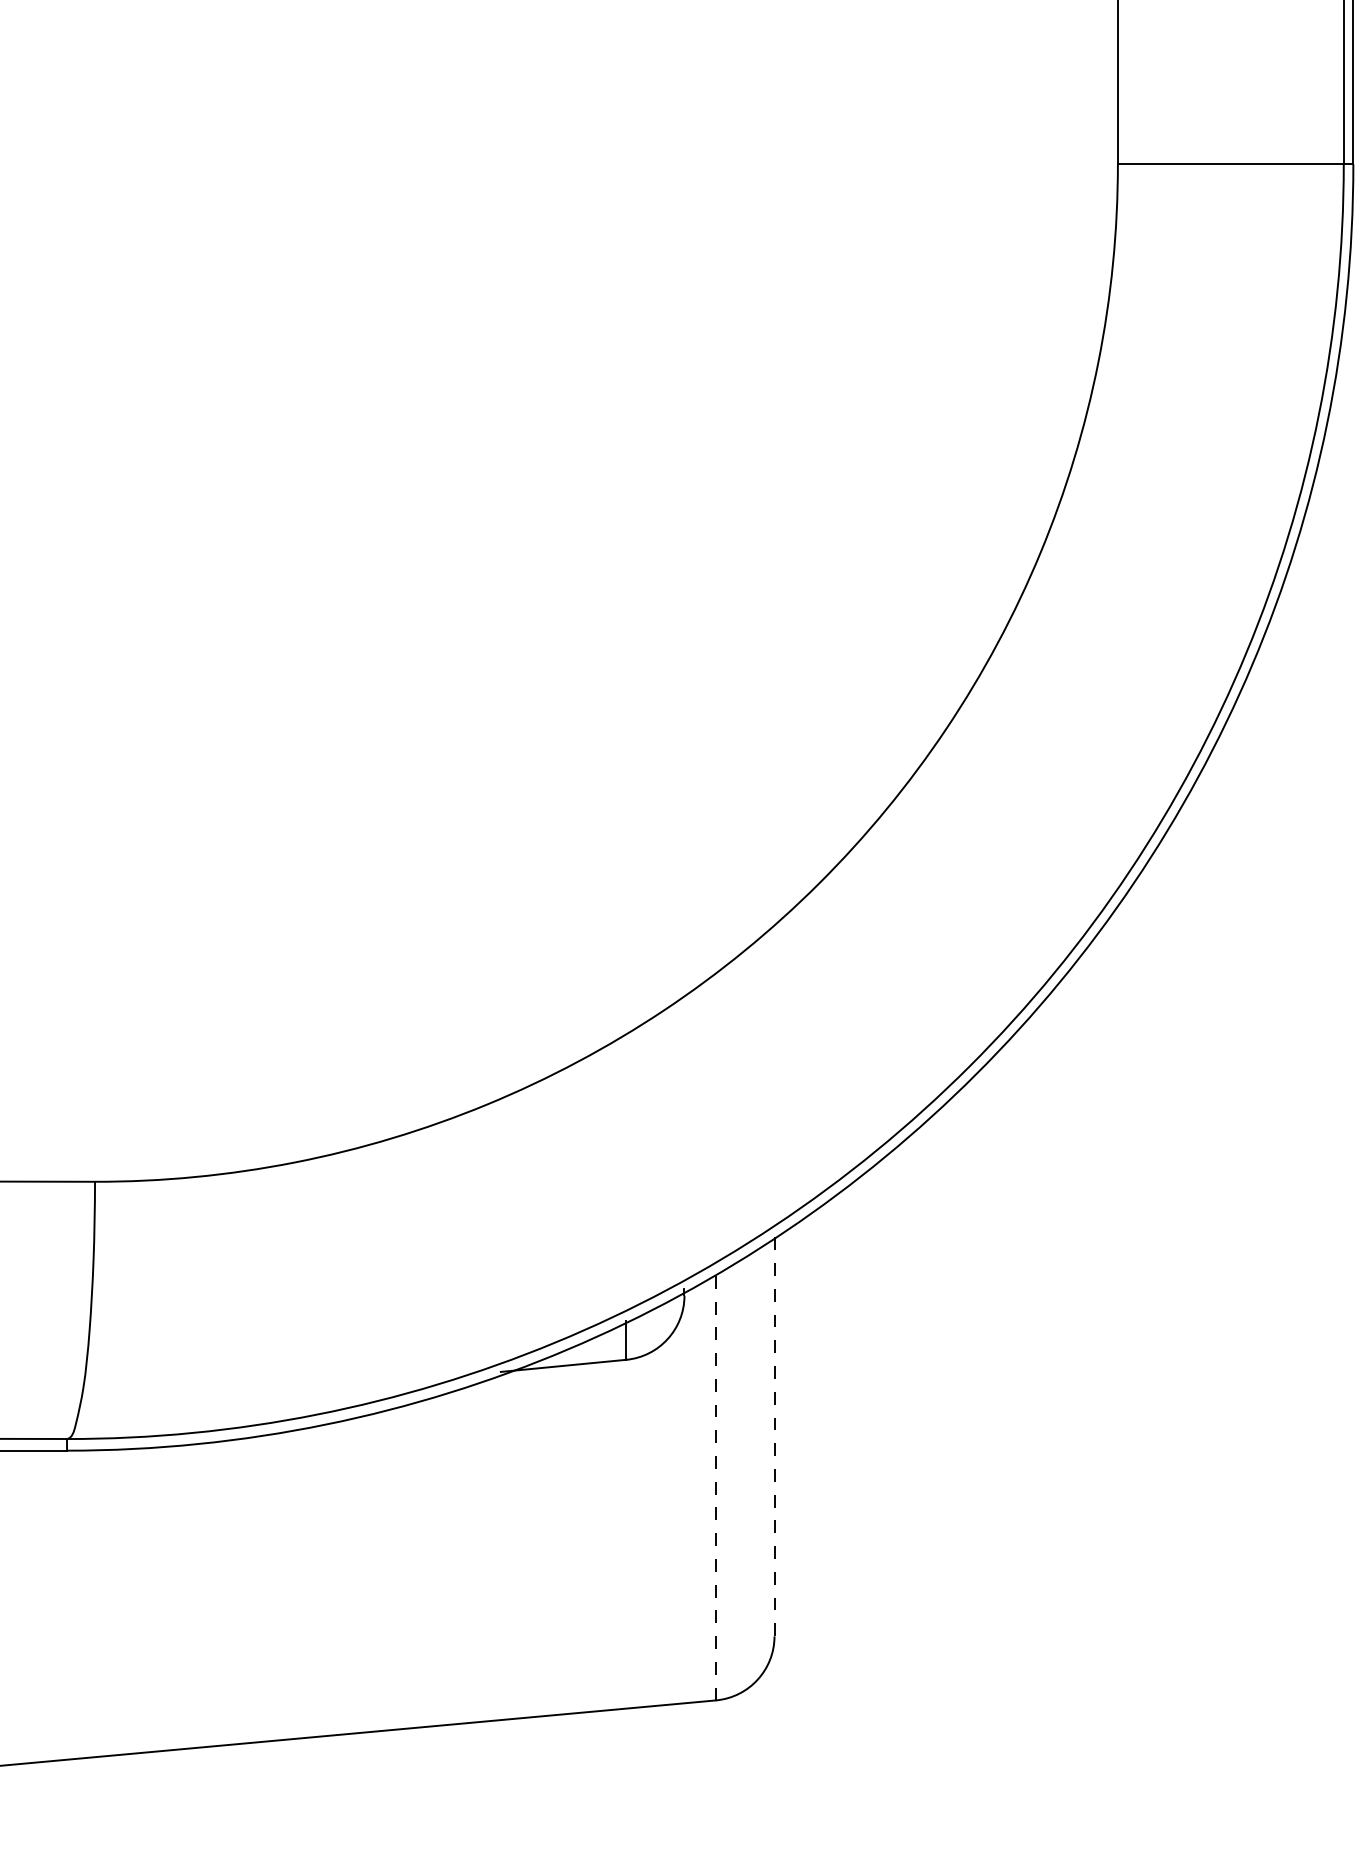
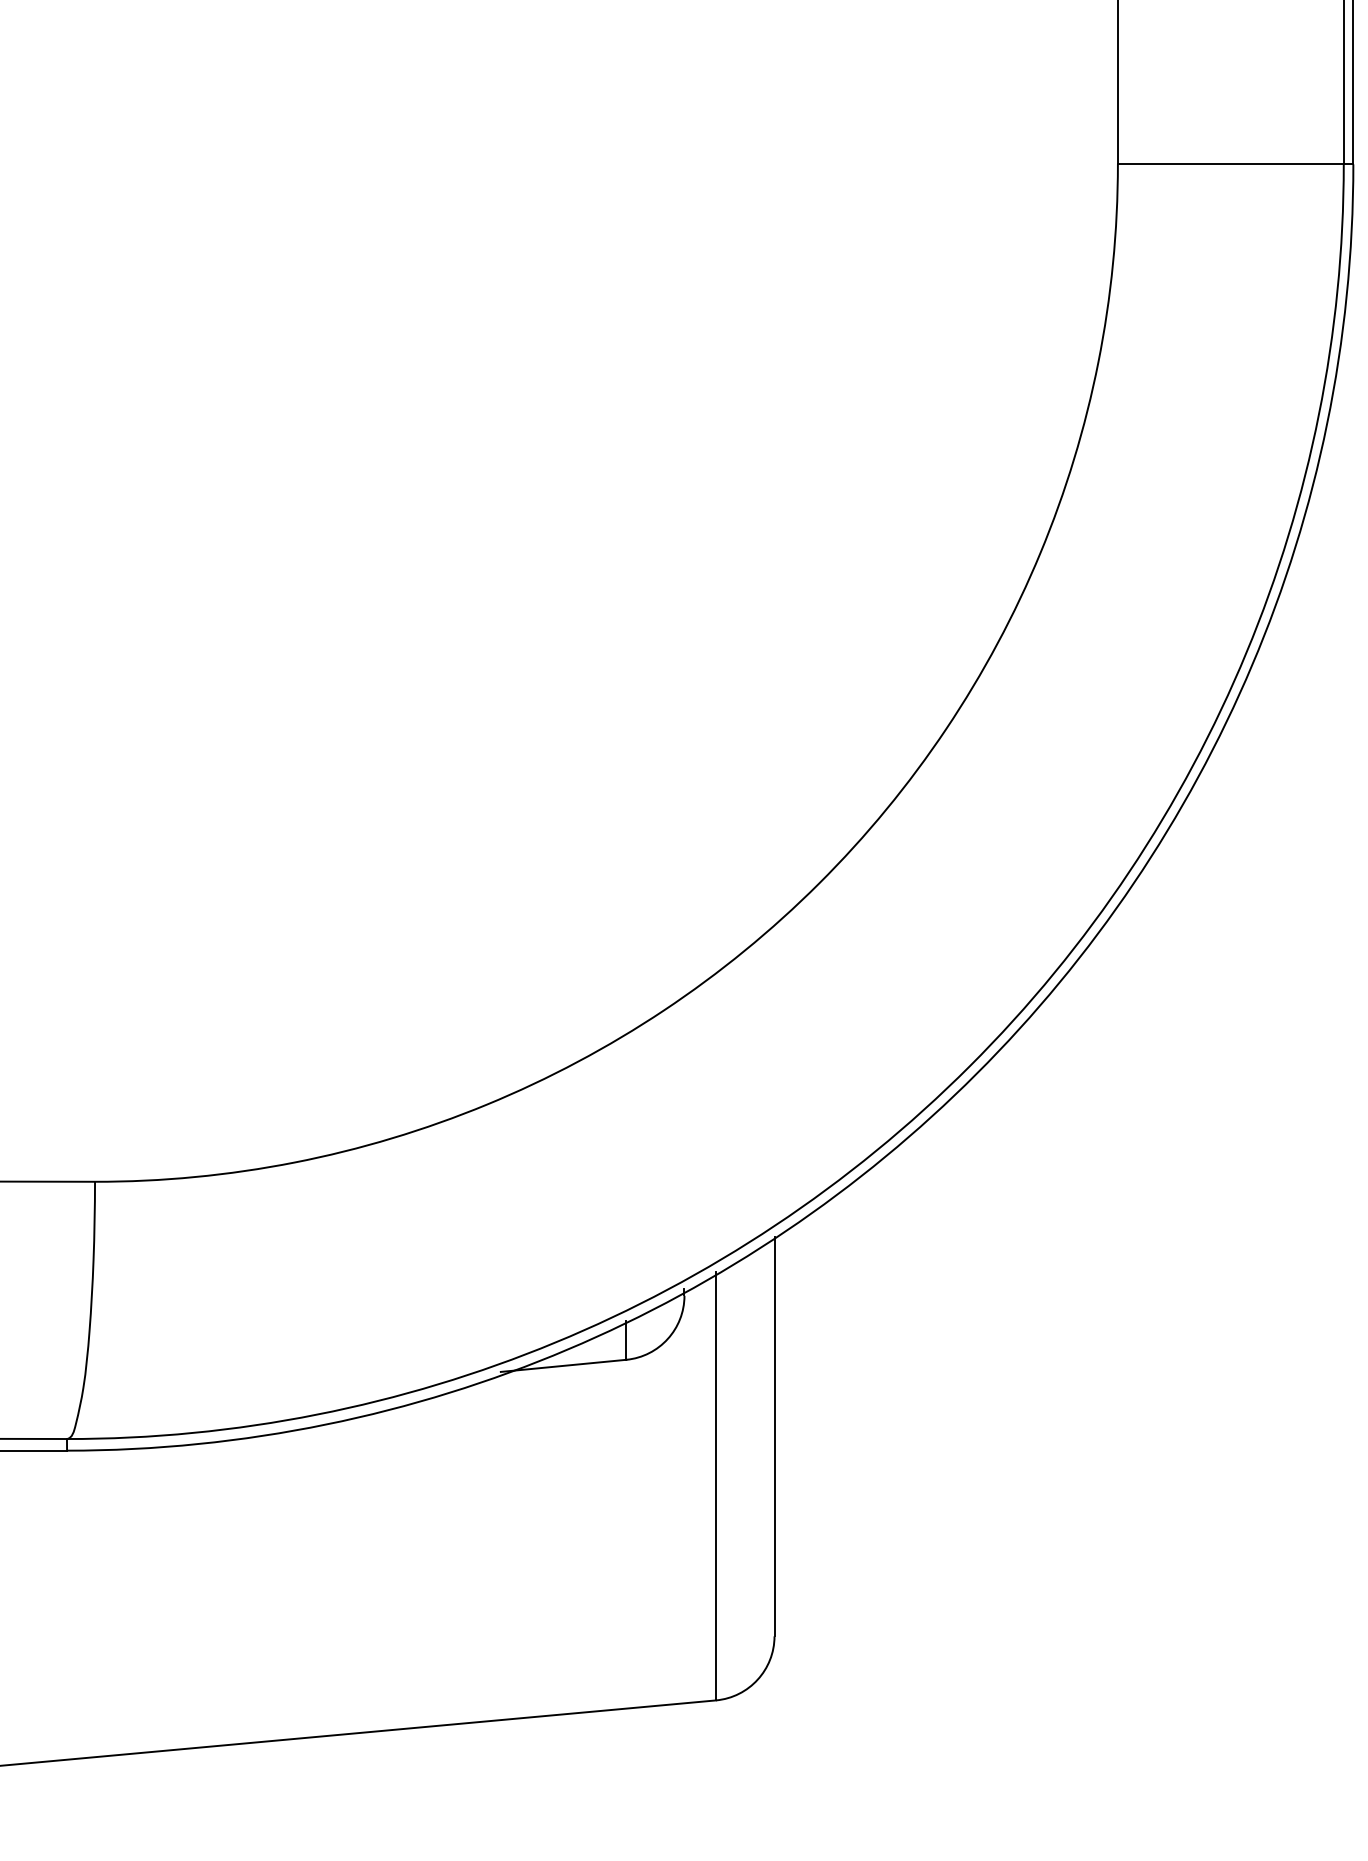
line at (774, 1437): dashed -> solid
line at (716, 1485): dashed -> solid
